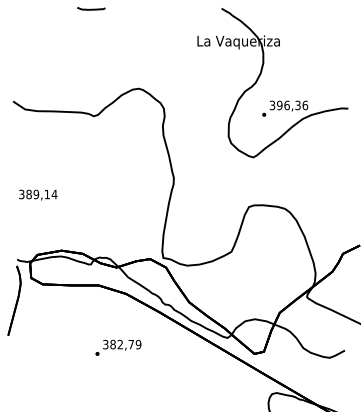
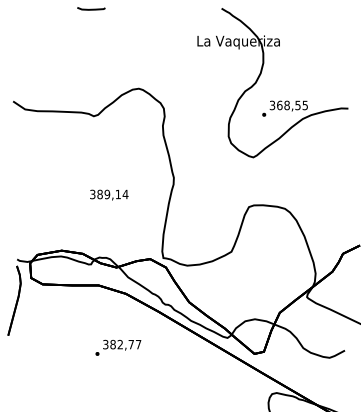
text at (292, 105): 396,36 -> 368,55
text at (38, 194) position: (38, 194) -> (109, 194)
text at (138, 344): 382,79 -> 382,77
